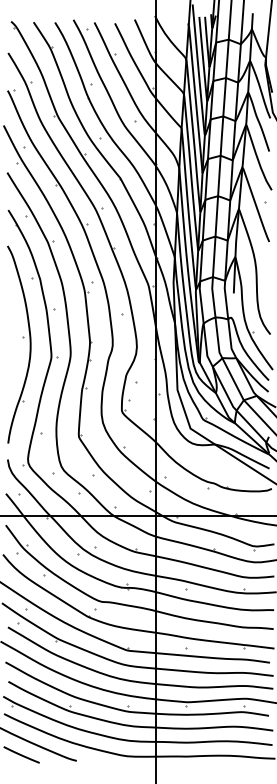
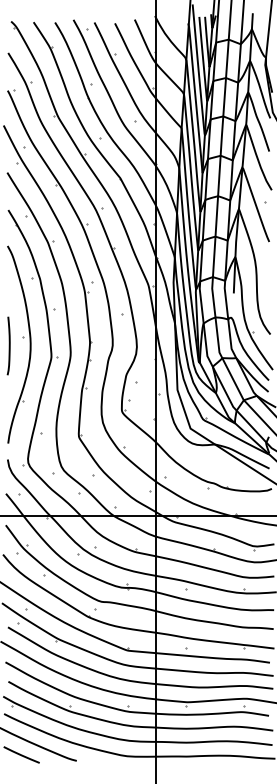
curve at (8, 345): none -> present
